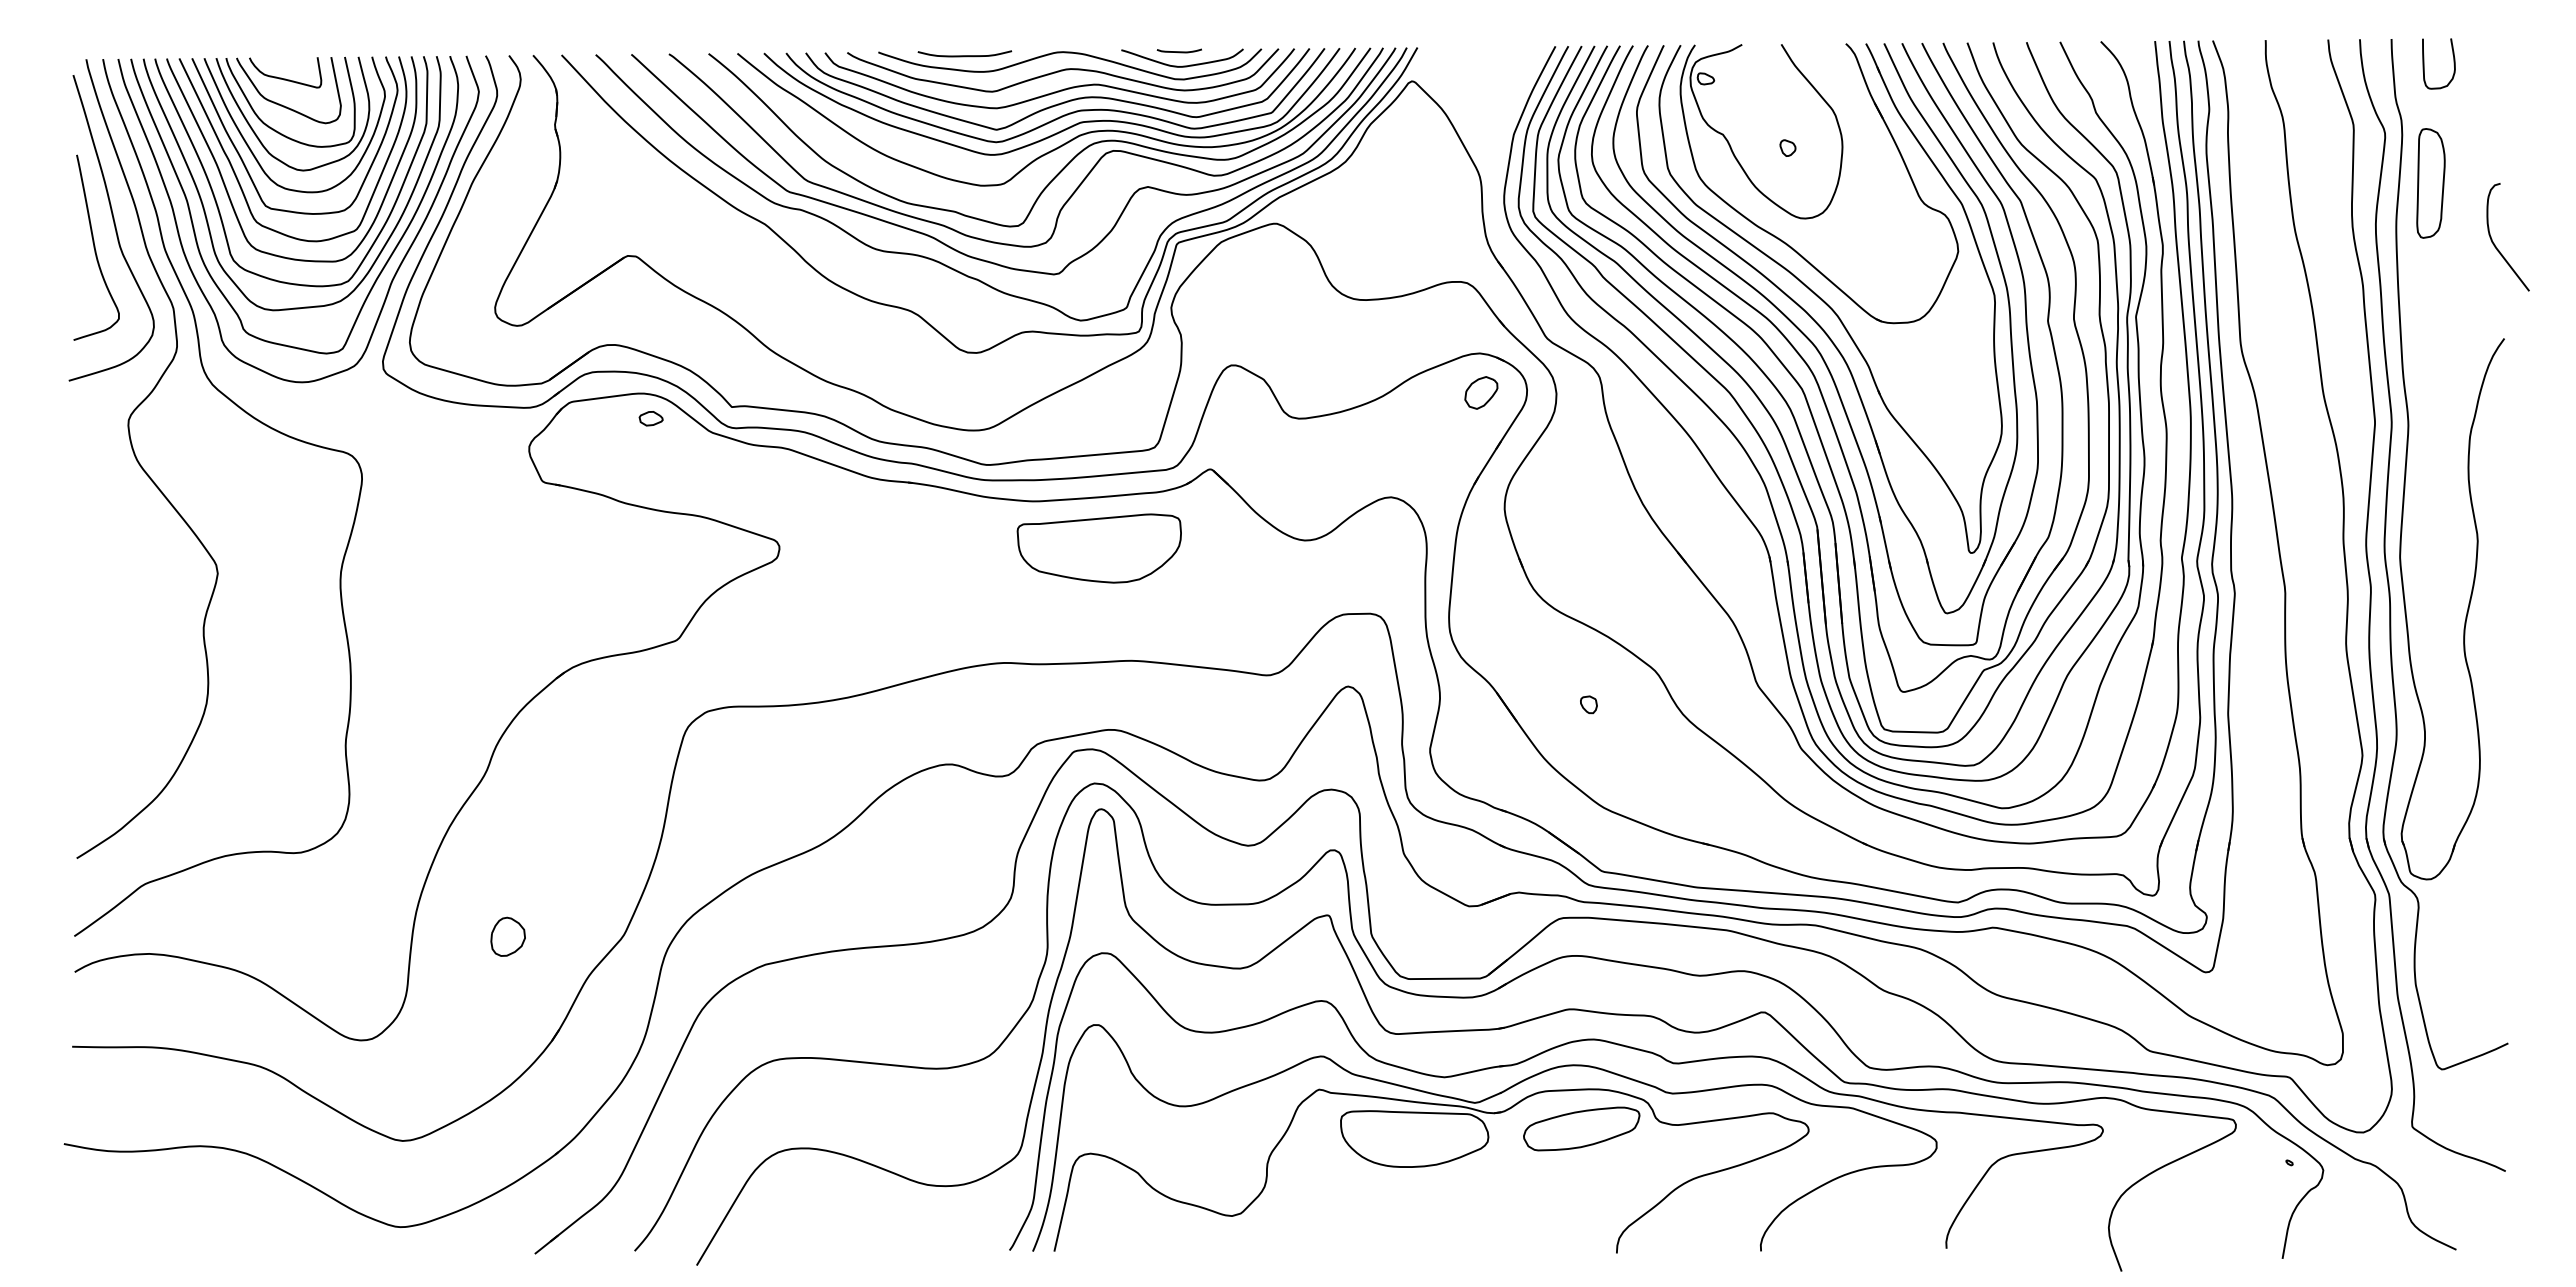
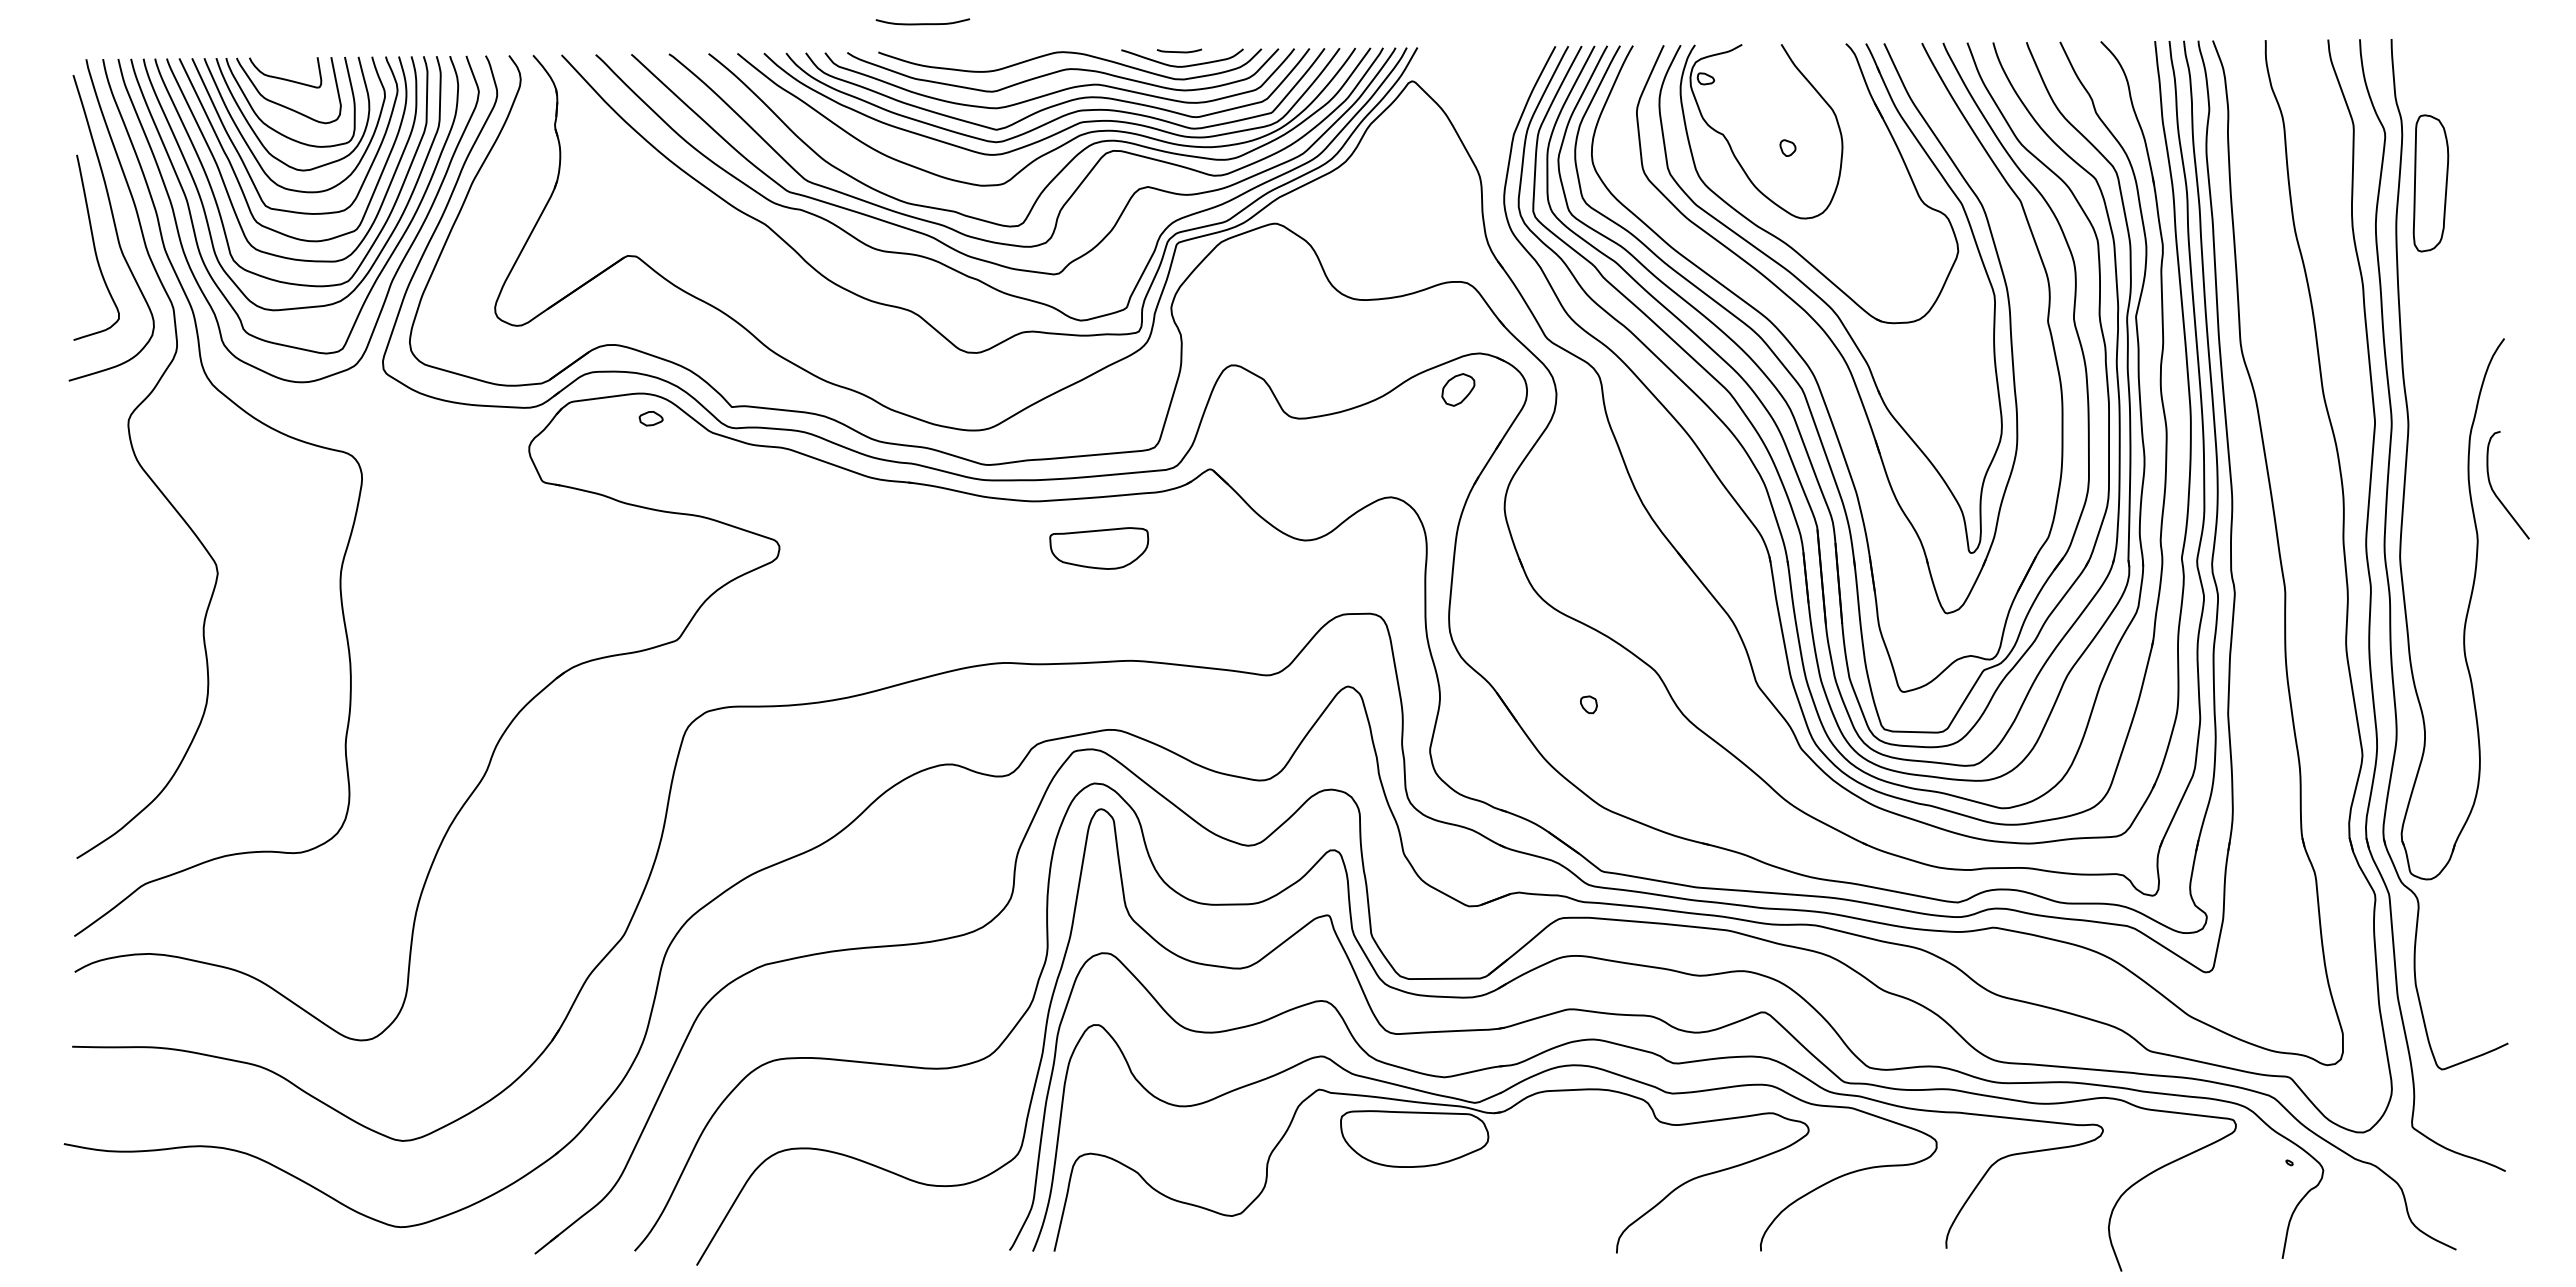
curve at (964, 55) position: (964, 55) -> (922, 23)
curve at (2424, 63): present -> none
part at (2430, 183) size: 30x111 px -> 38x139 px
curve at (2495, 244) position: (2495, 244) -> (2495, 492)
part at (1819, 350): present -> none
part at (1481, 392) position: (1481, 392) -> (1458, 389)
part at (1098, 548) size: 166x71 px -> 101x43 px
part at (507, 936): present -> none
part at (1581, 1128): present -> none
